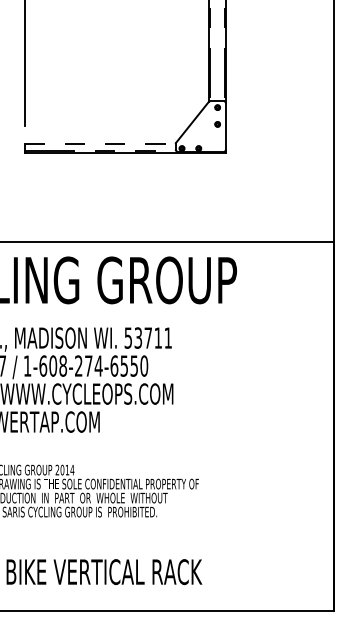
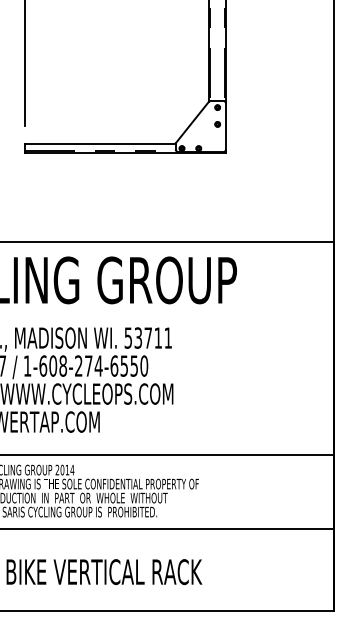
line at (100, 144): dashed -> solid
line at (168, 454): none -> present
line at (168, 529): none -> present
